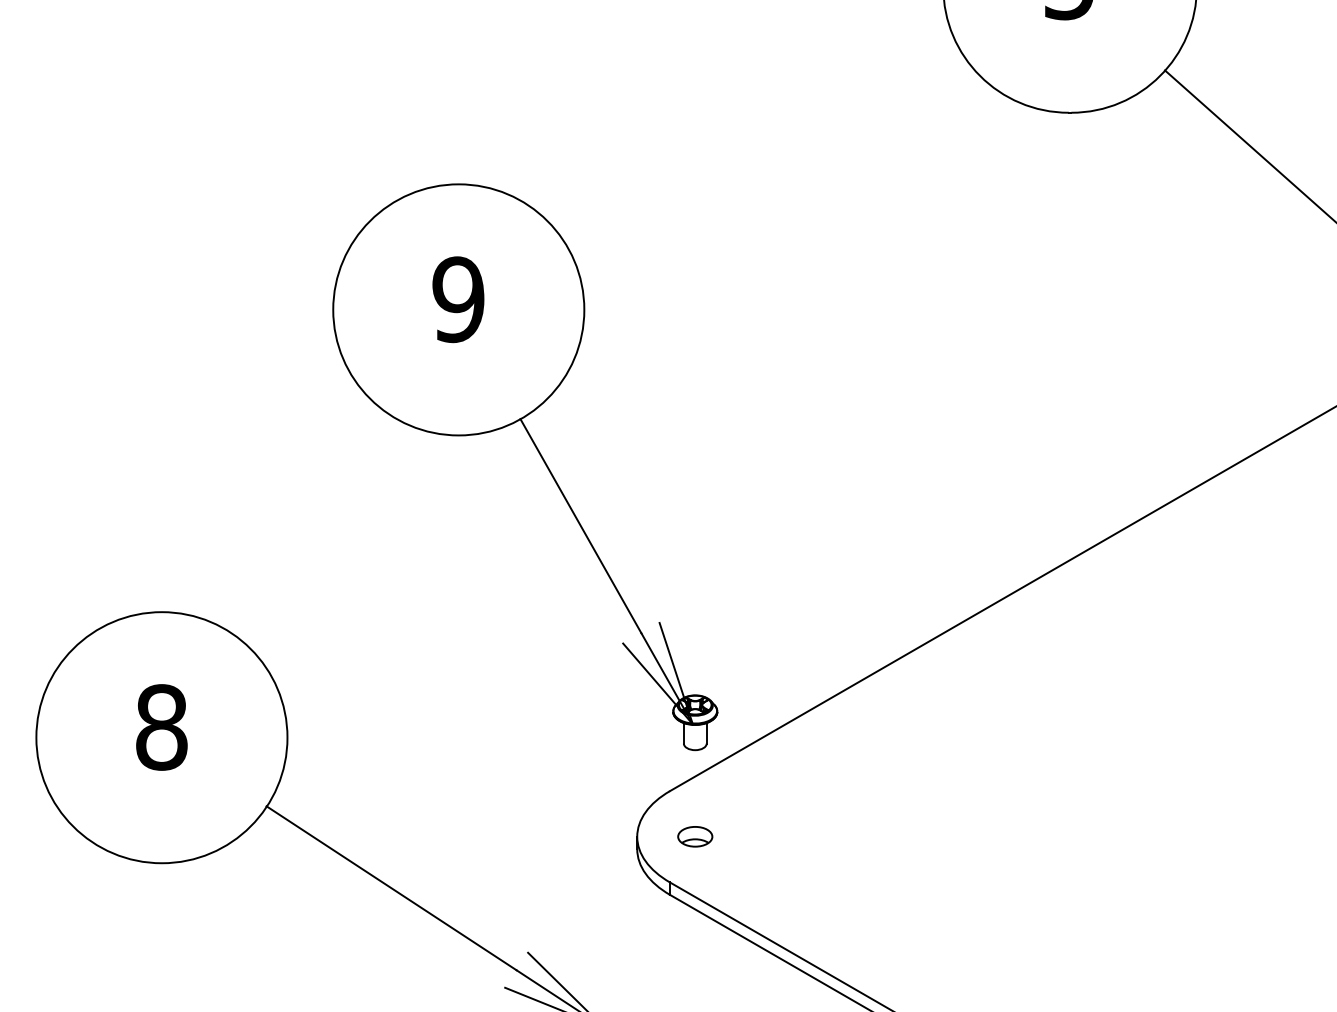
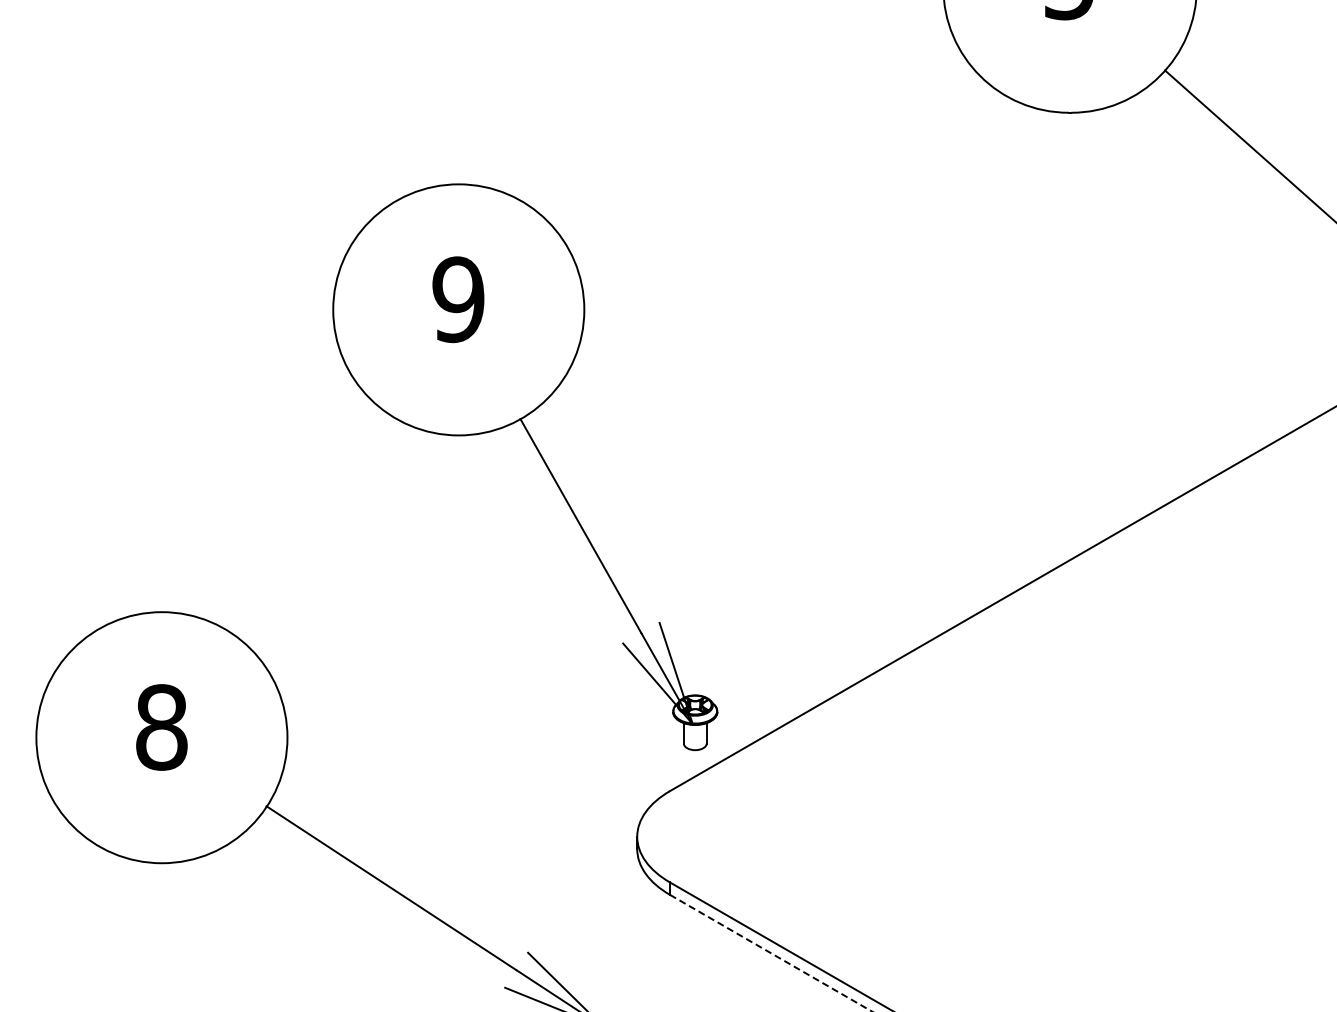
part at (695, 836): present -> none
line at (771, 953): solid -> dashed
